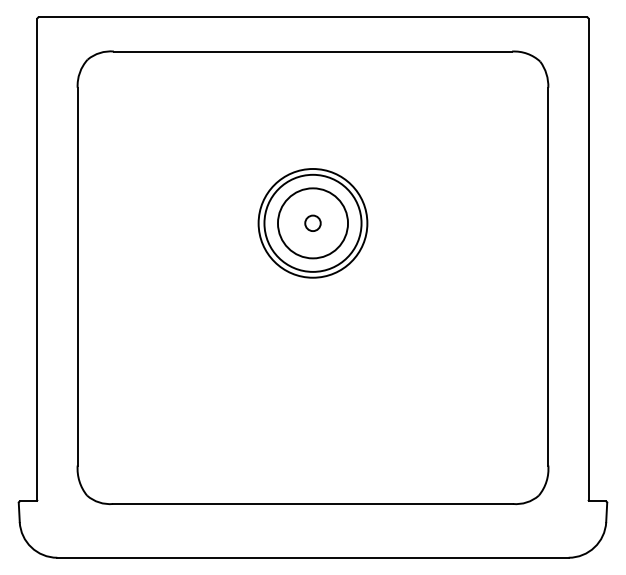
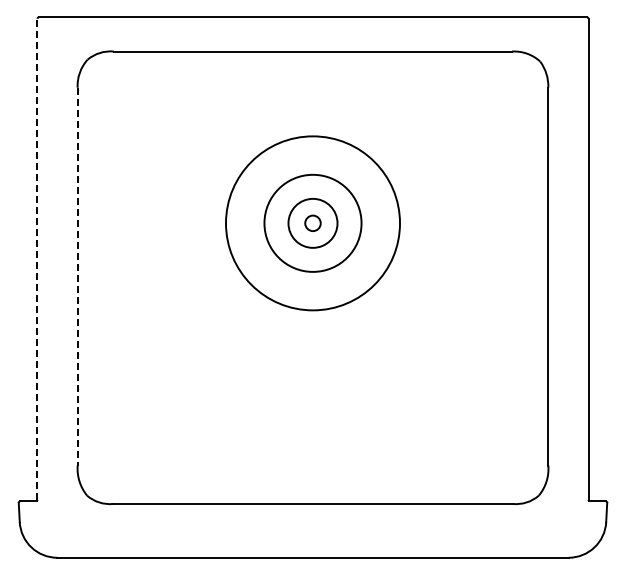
circle at (312, 222) diameter: 109 px -> 174 px
circle at (312, 223) diameter: 70 px -> 49 px
line at (37, 259): solid -> dashed
line at (77, 276): solid -> dashed
